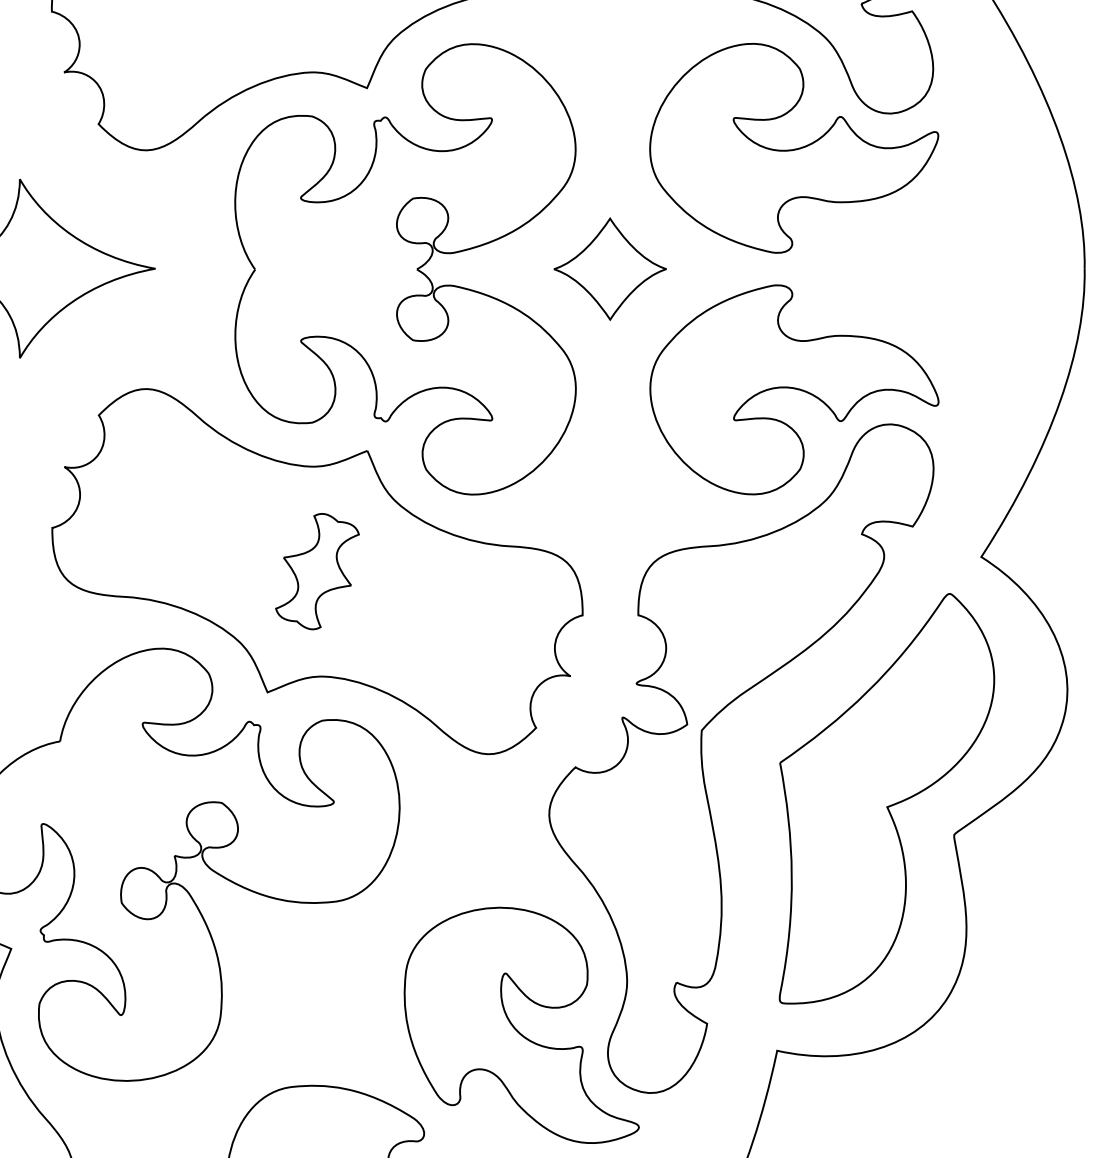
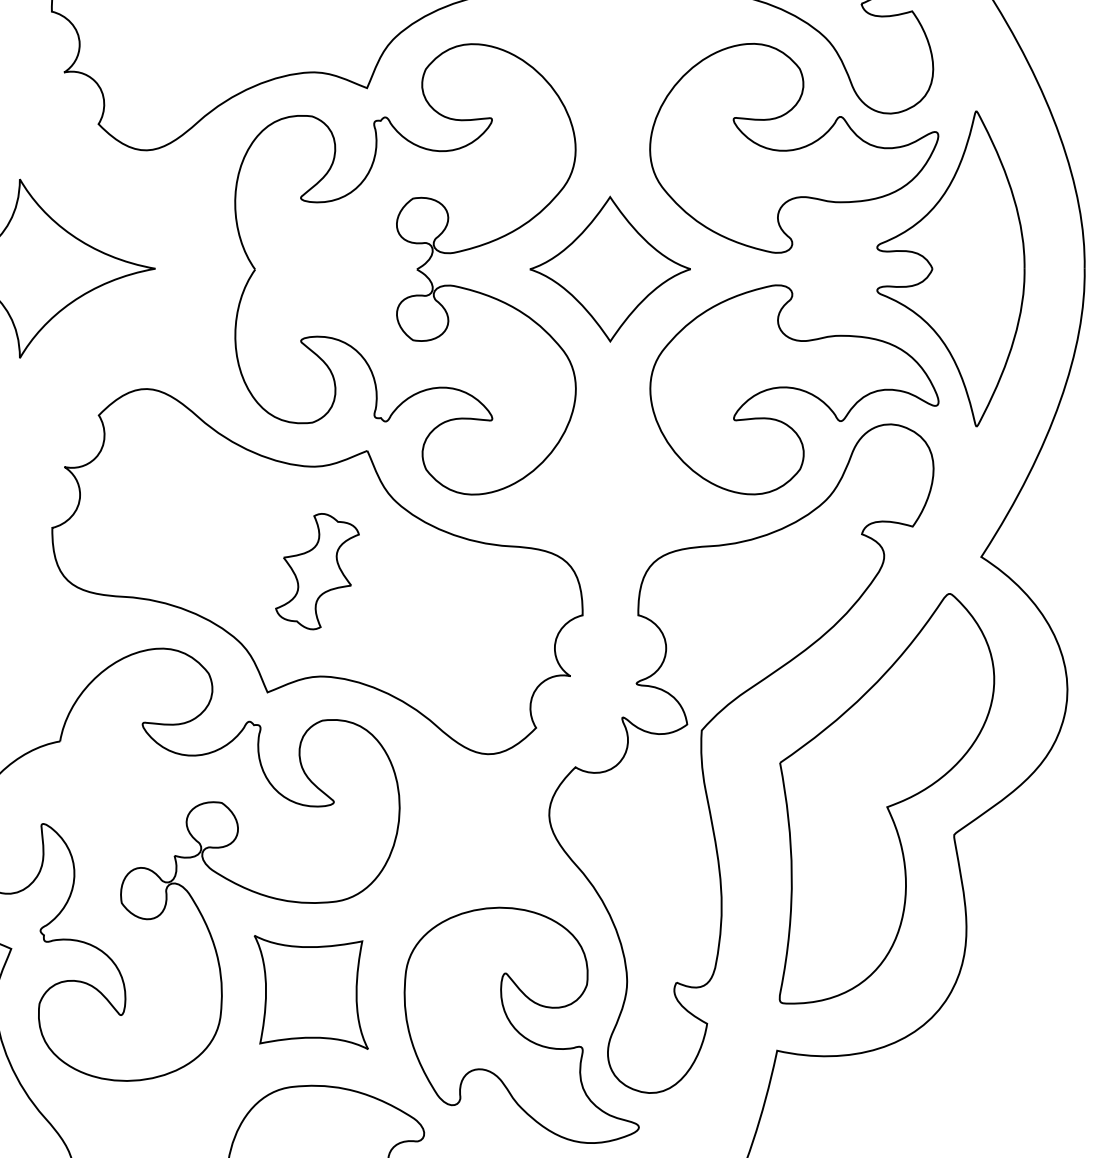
part at (609, 268) size: 114x104 px -> 162x148 px
part at (950, 268): none -> present
part at (310, 992): none -> present
